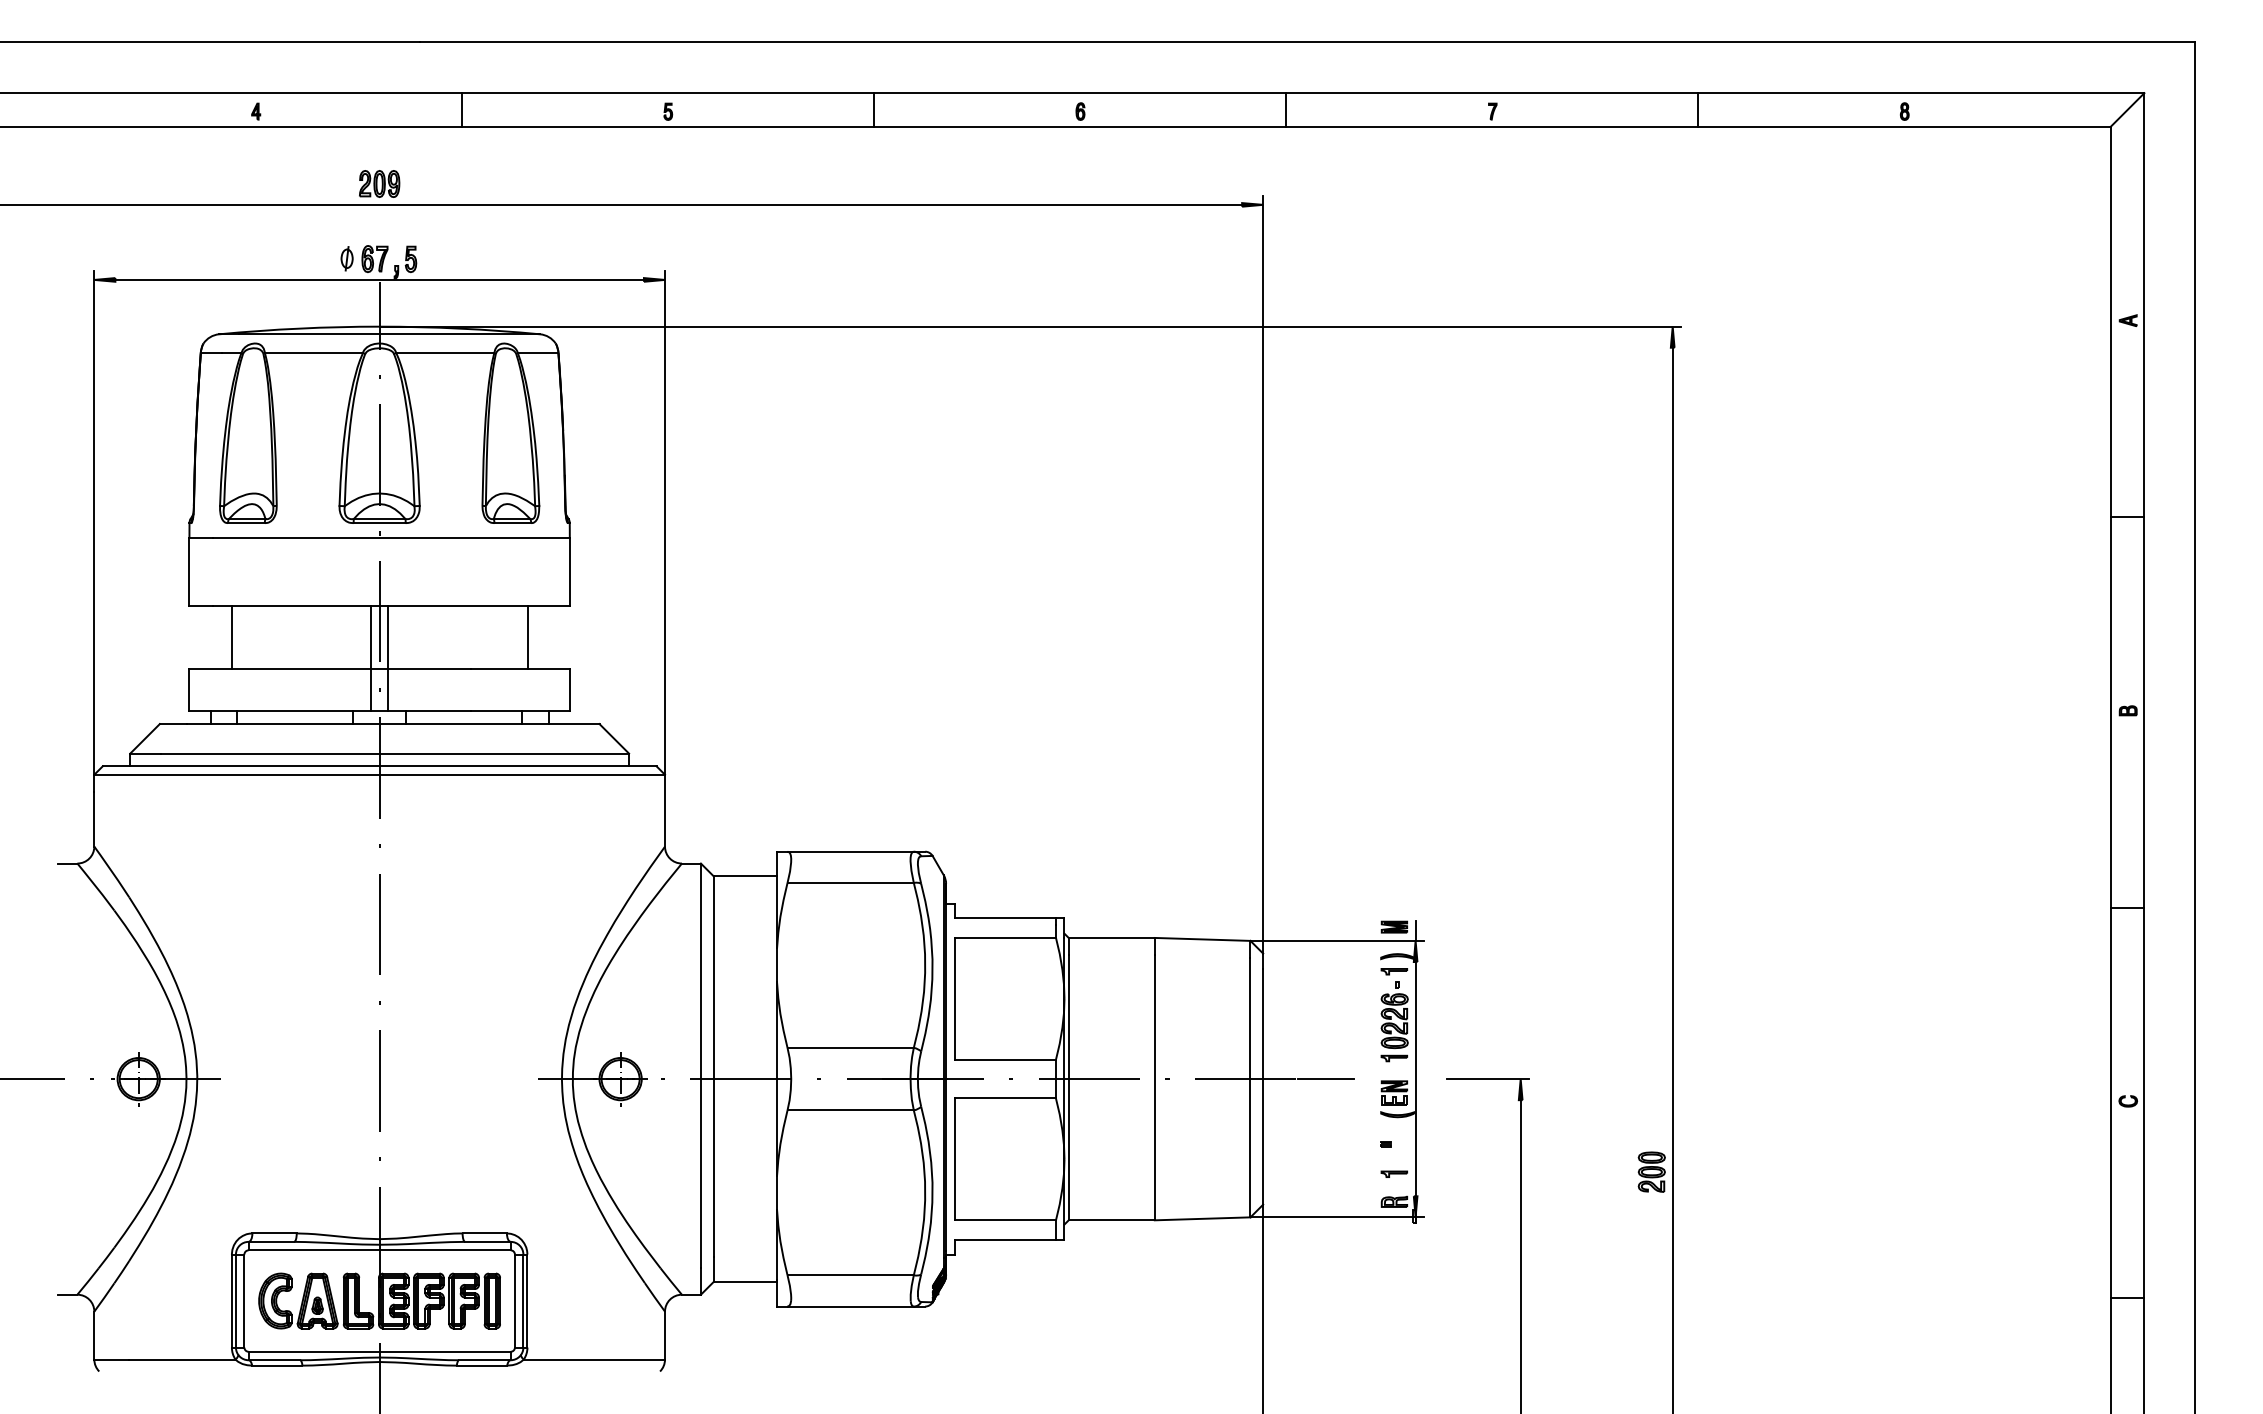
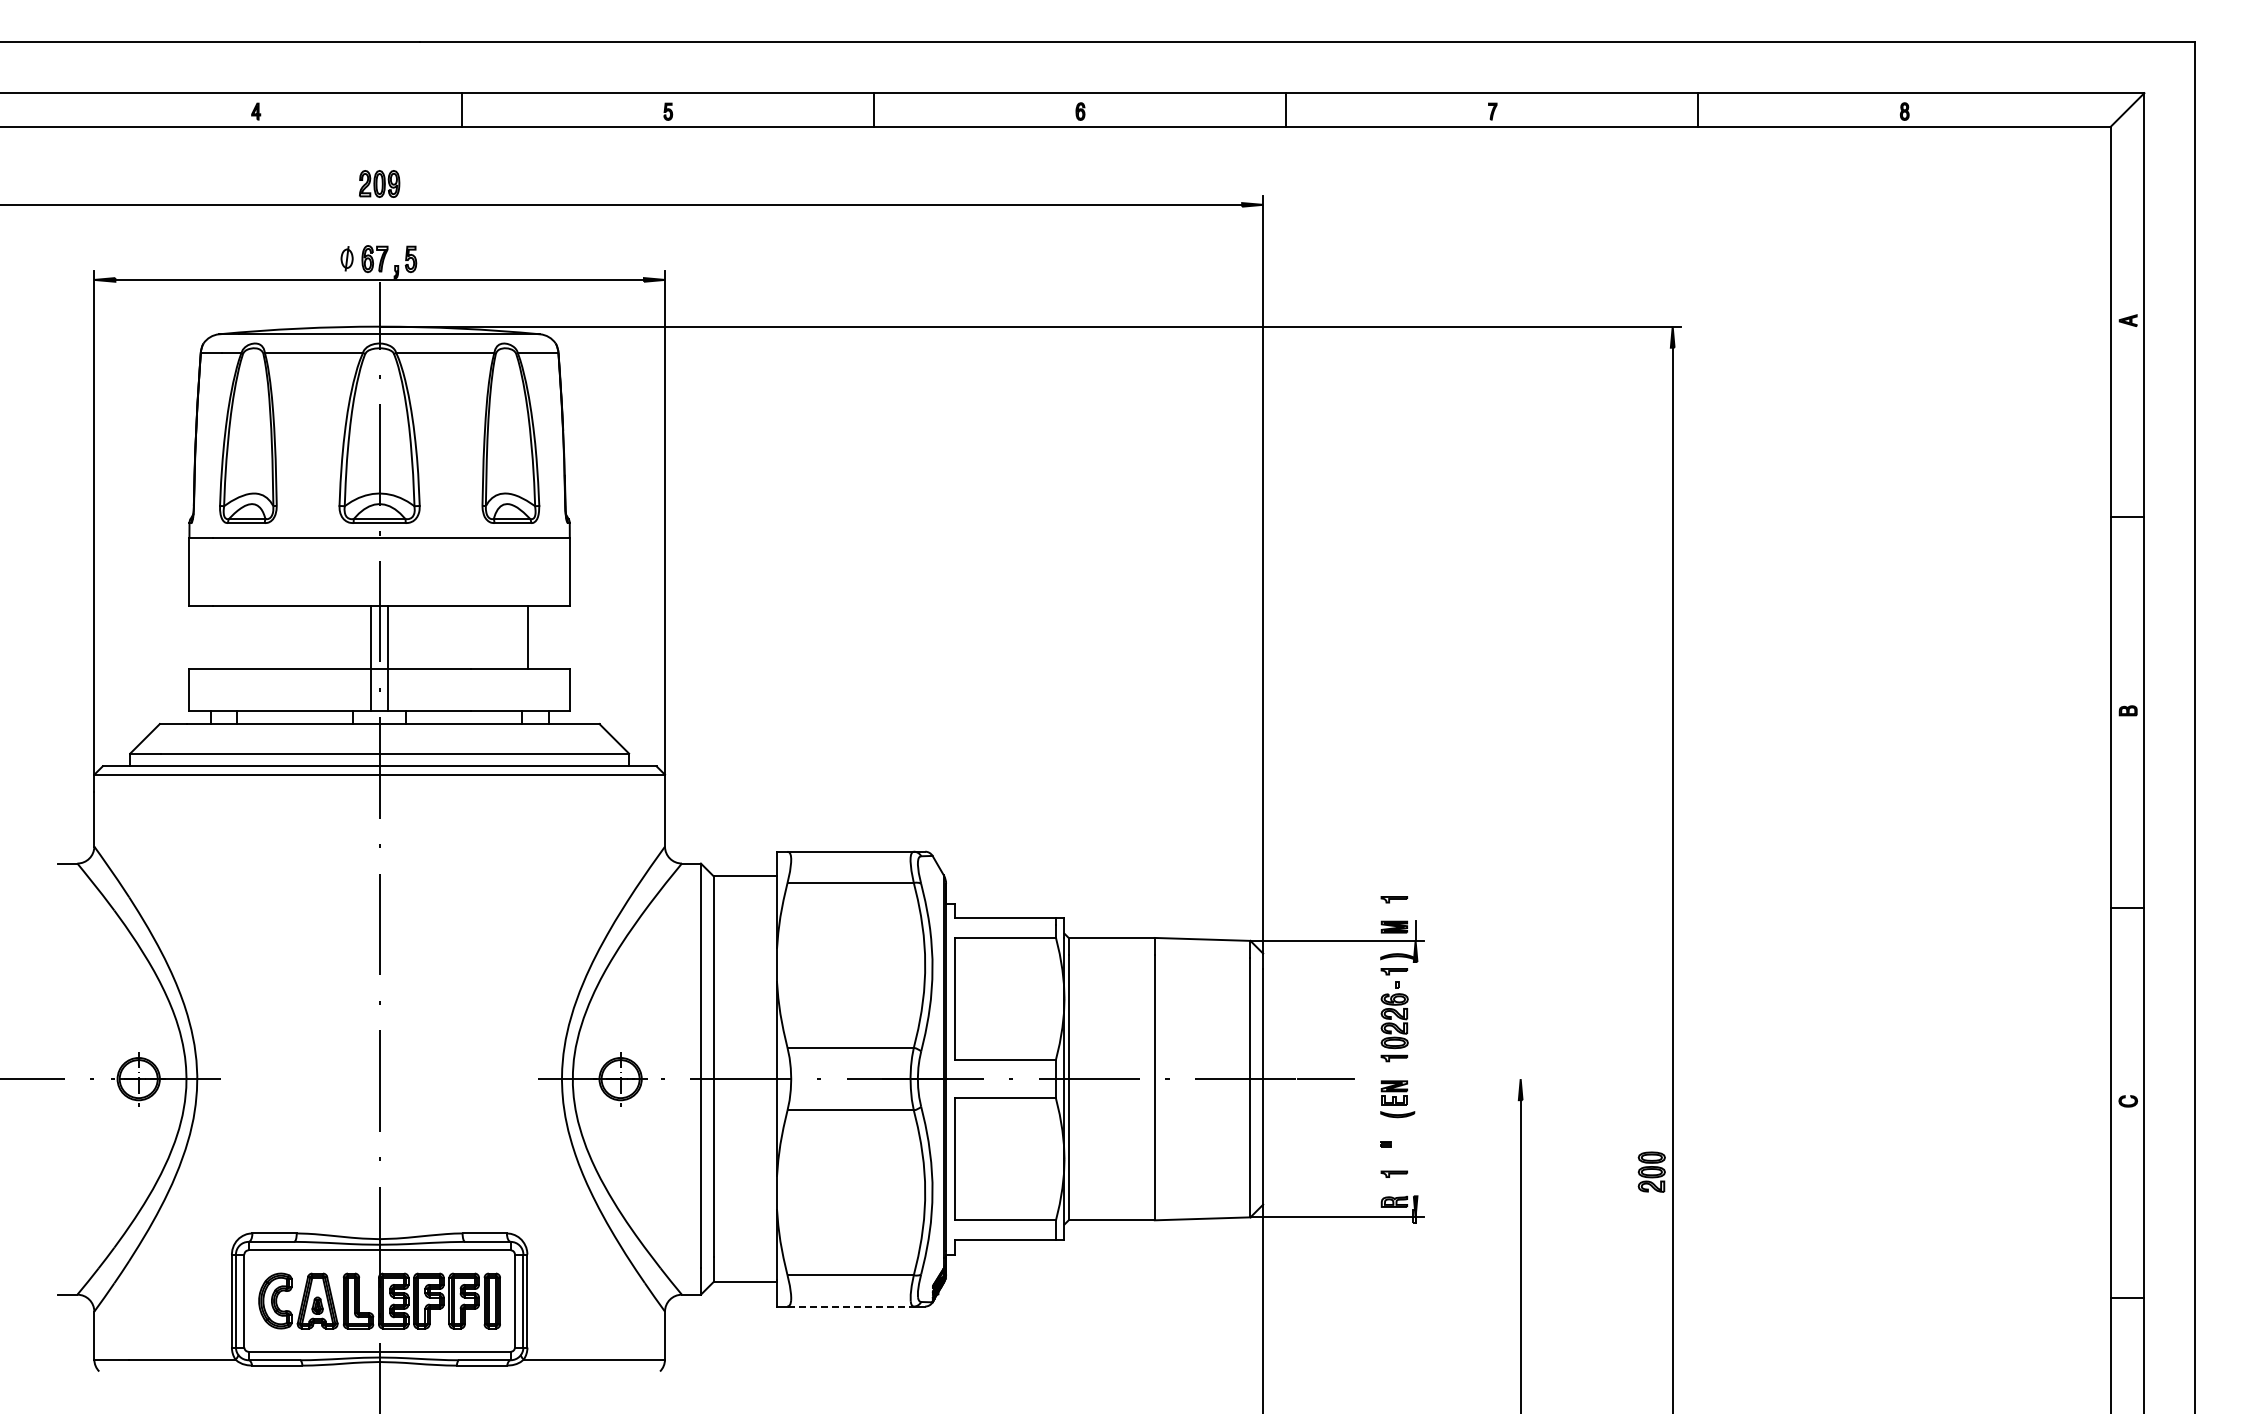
line at (231, 637): present -> none
part at (1393, 899): none -> present
line at (1415, 1079): present -> none
line at (1487, 1079): present -> none
line at (851, 1306): solid -> dashed
